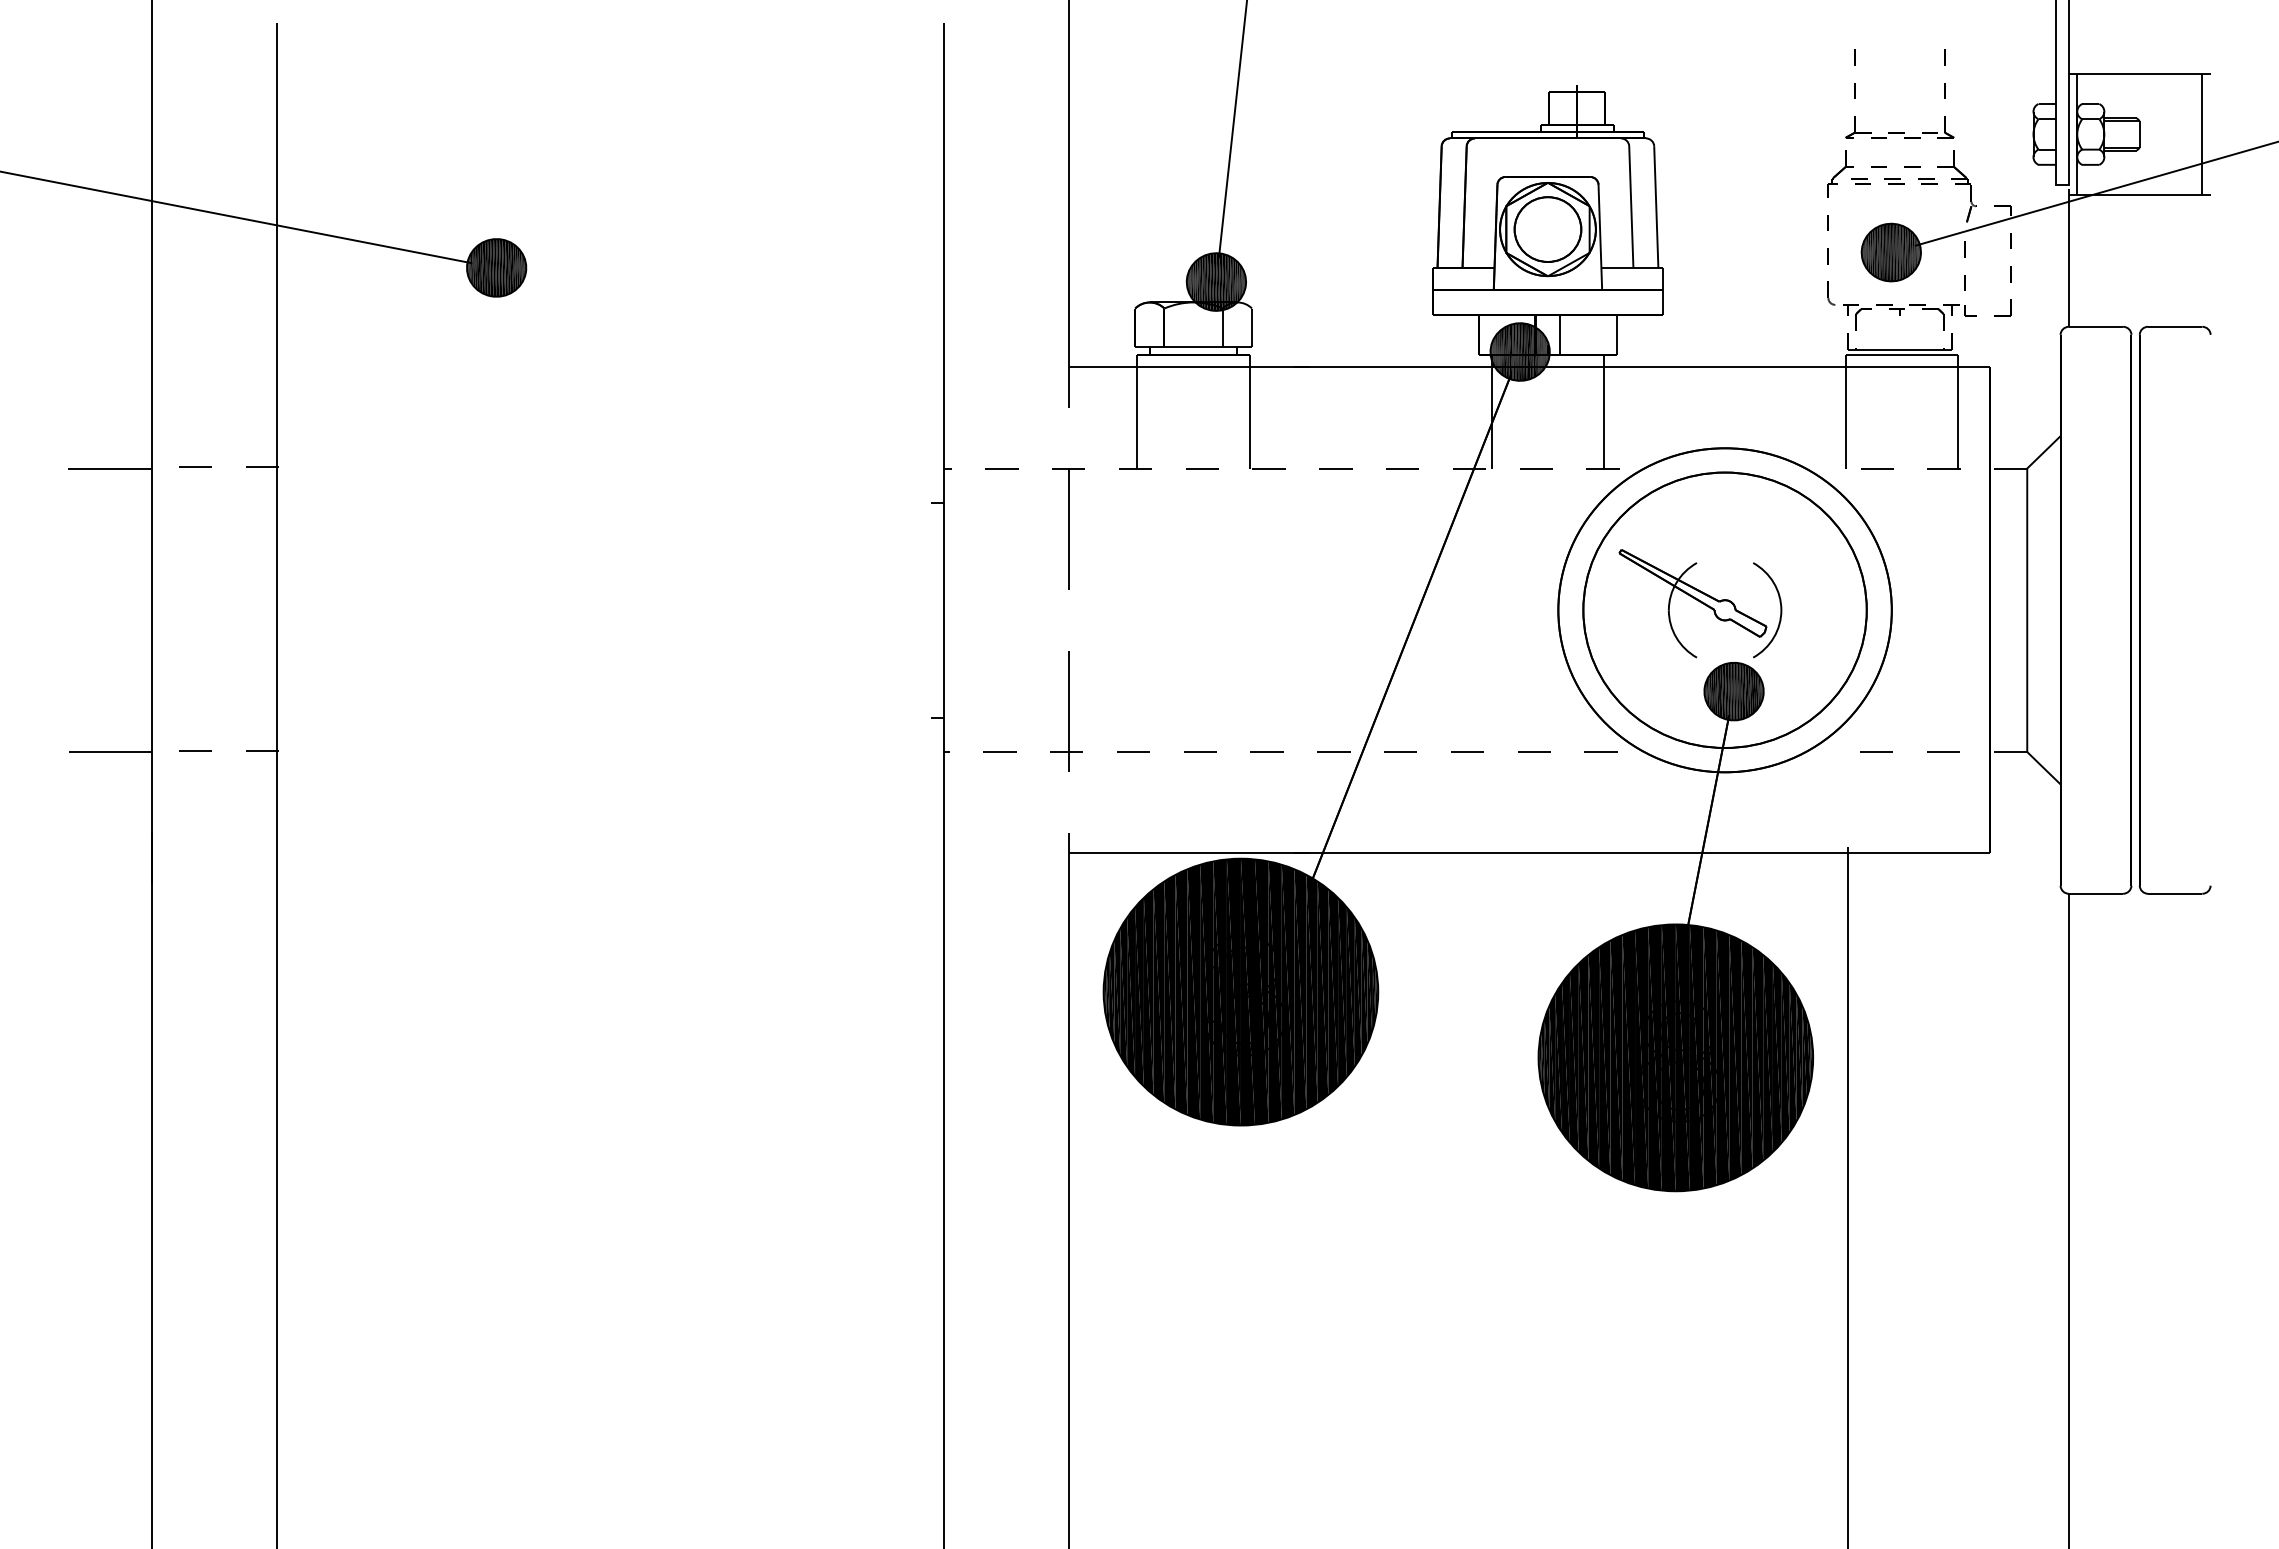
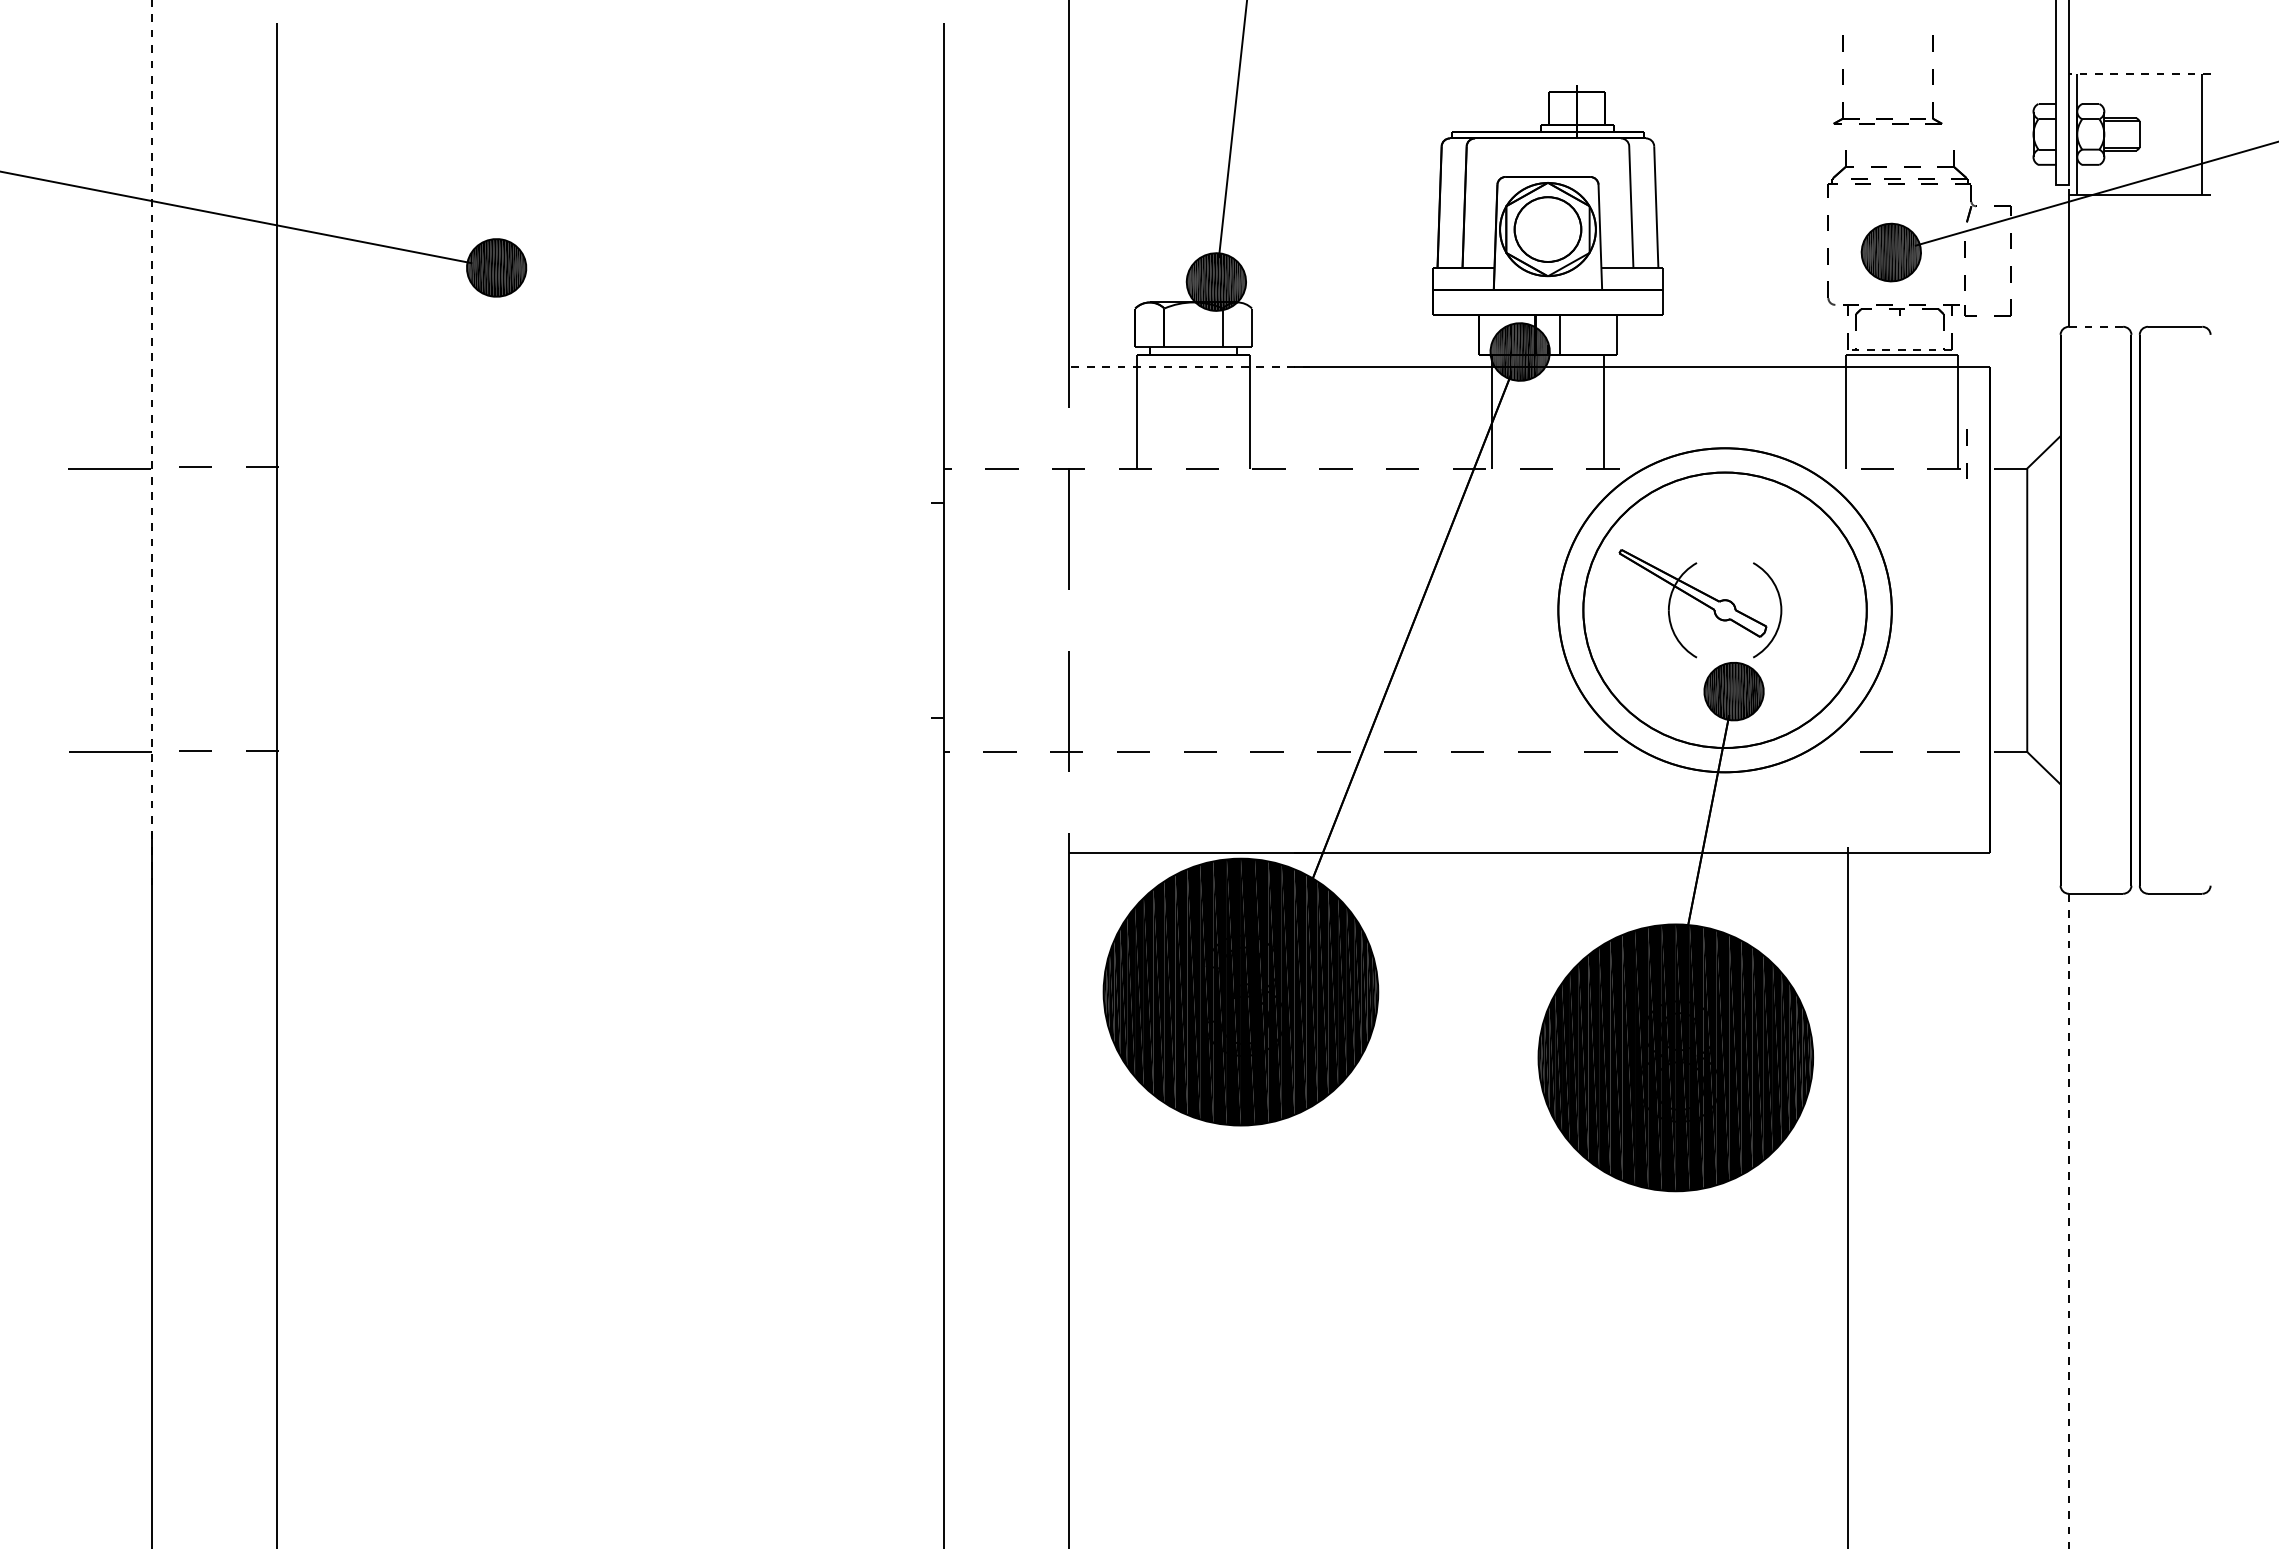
line at (2139, 73): solid -> dashed
part at (1899, 132) position: (1899, 132) -> (1887, 118)
line at (2095, 326): solid -> dashed
line at (1899, 349): solid -> dashed
line at (1189, 367): solid -> dashed
line at (151, 442): solid -> dashed
line at (1966, 445): none -> present
line at (2068, 1222): solid -> dashed
